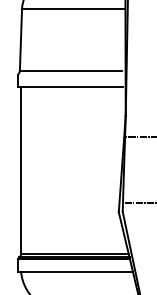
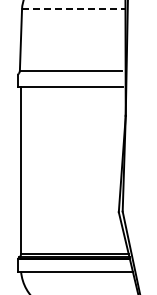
line at (73, 9): solid -> dashed
line at (139, 136): present -> none
line at (139, 202): present -> none
